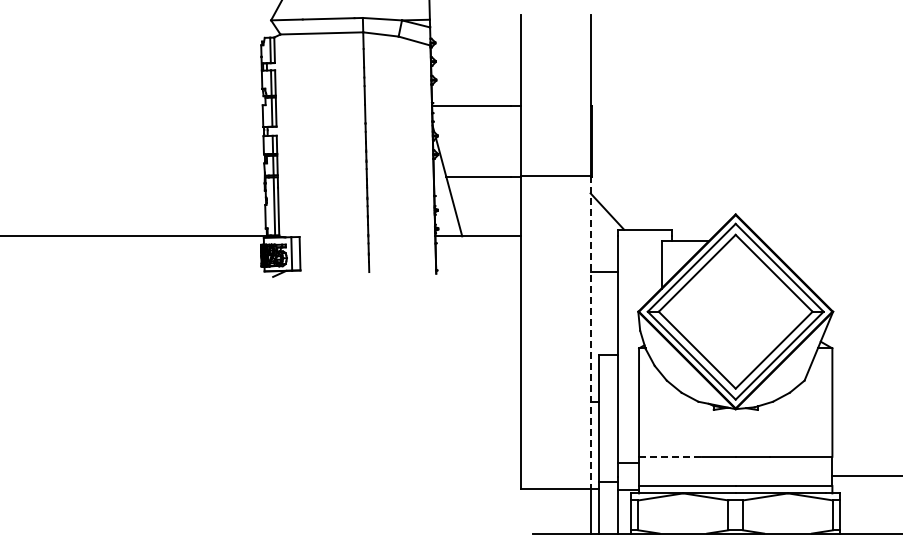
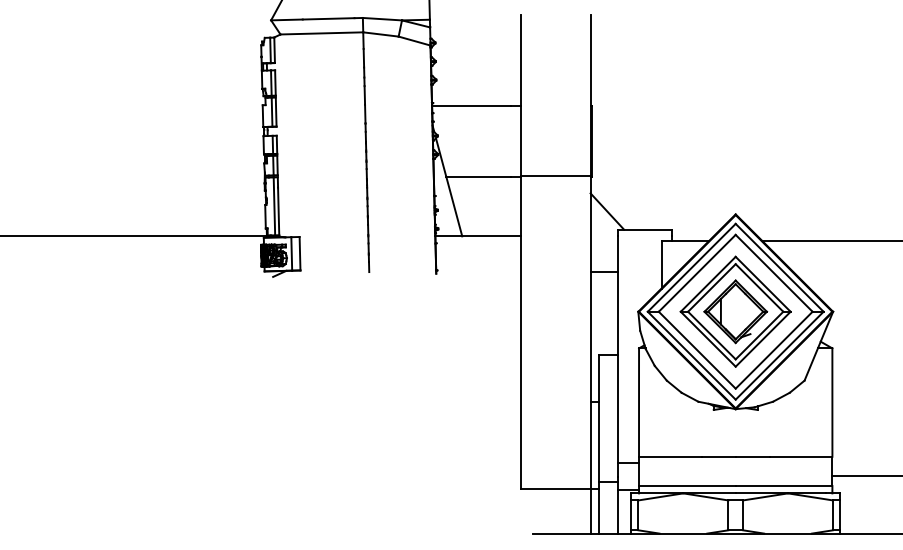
line at (830, 241): none -> present
part at (735, 311): none -> present
line at (590, 332): dashed -> solid
line at (670, 456): dashed -> solid
